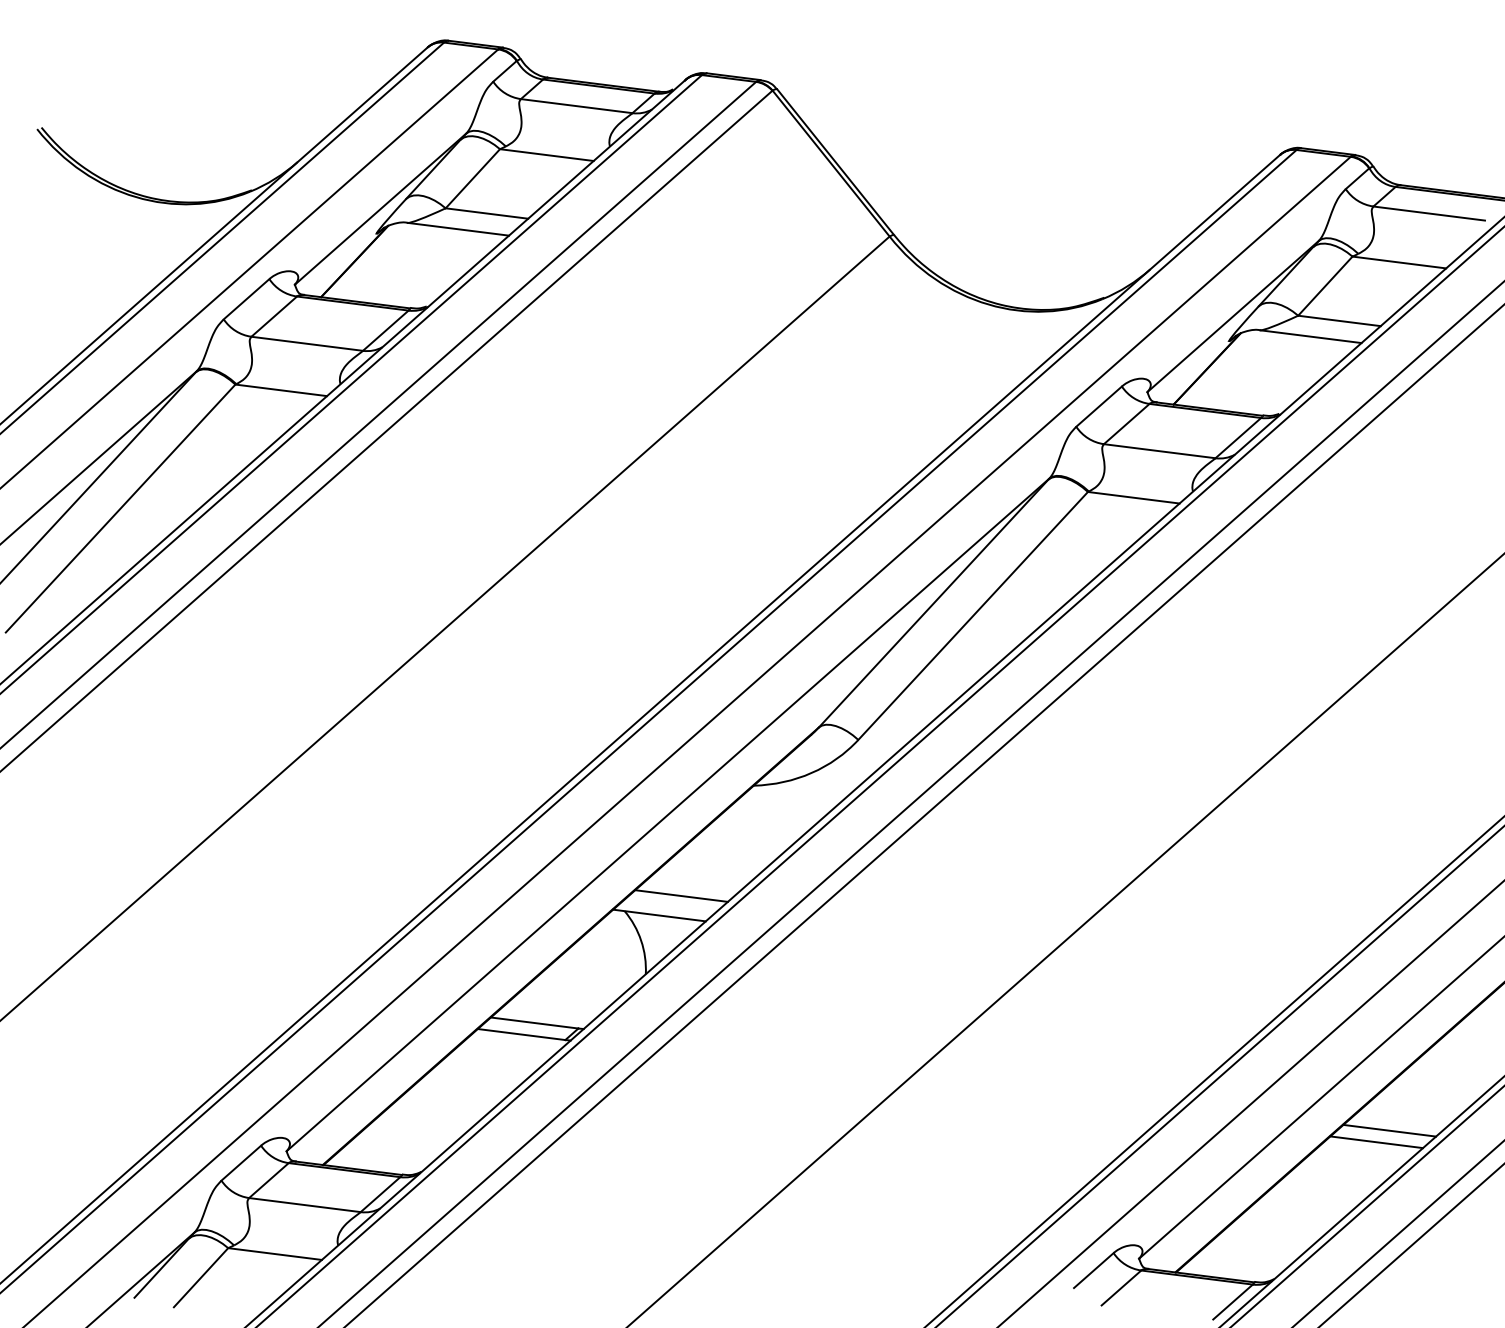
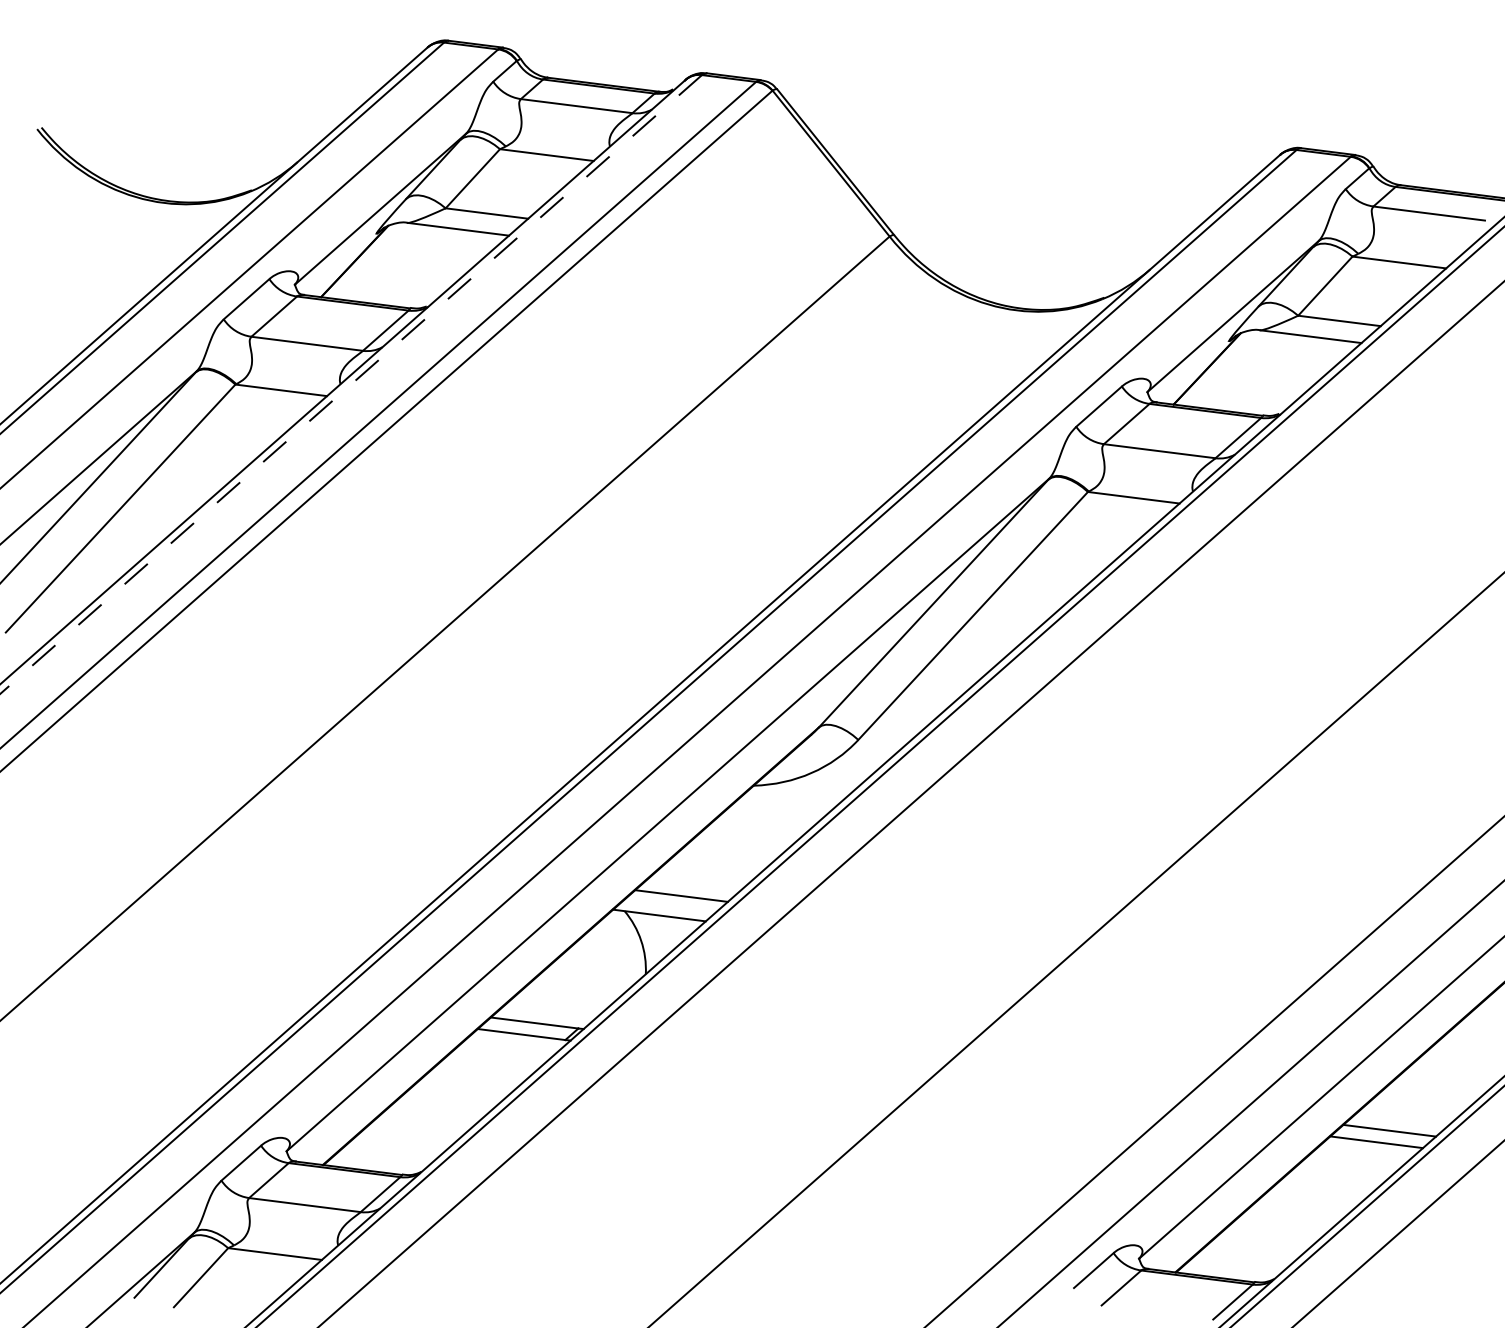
line at (351, 384): solid -> dashed
line at (924, 815): present -> none
line at (1065, 940) position: (1065, 940) -> (1076, 949)
line at (1220, 1076): present -> none
line at (1411, 1245): present -> none
